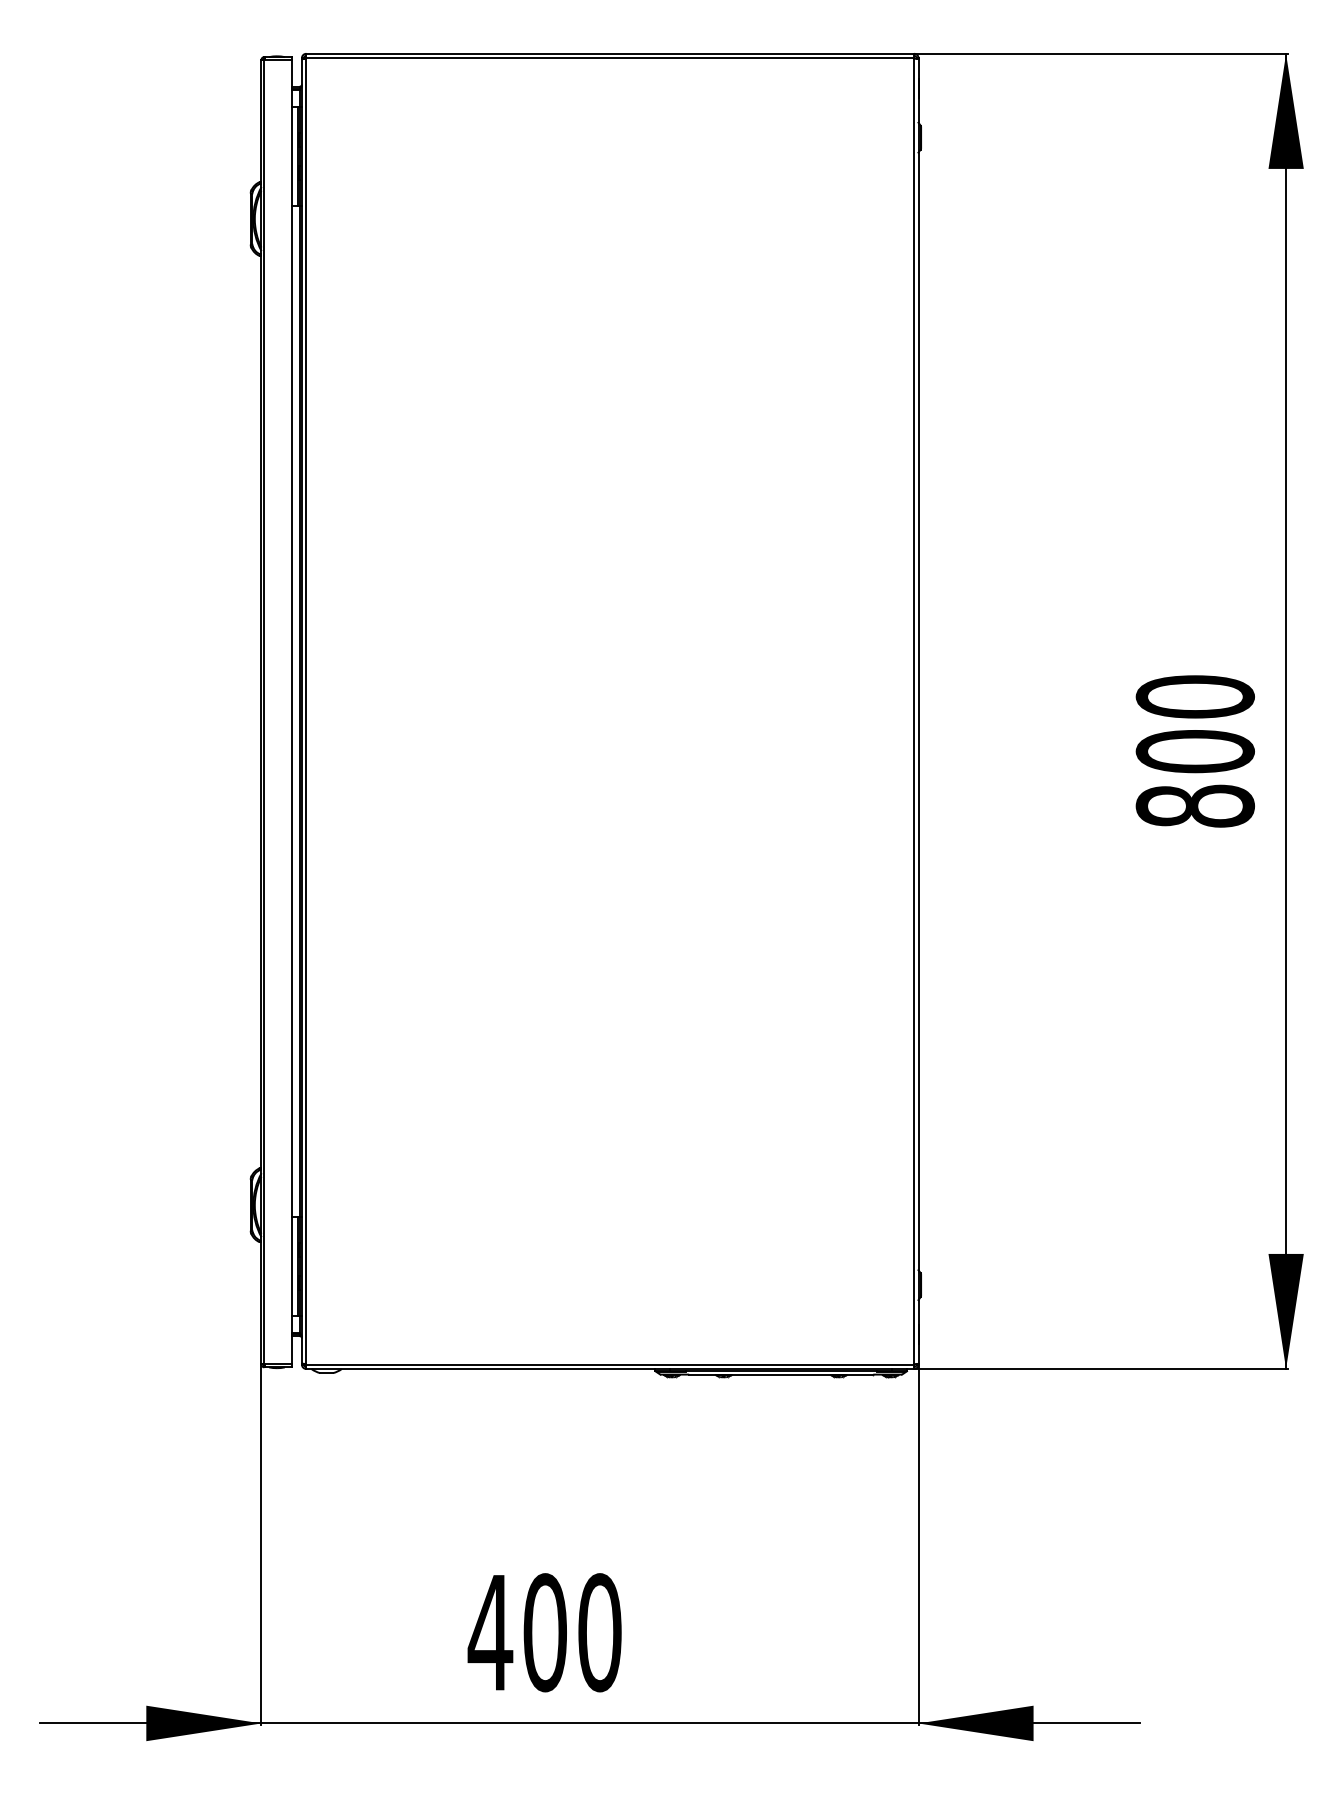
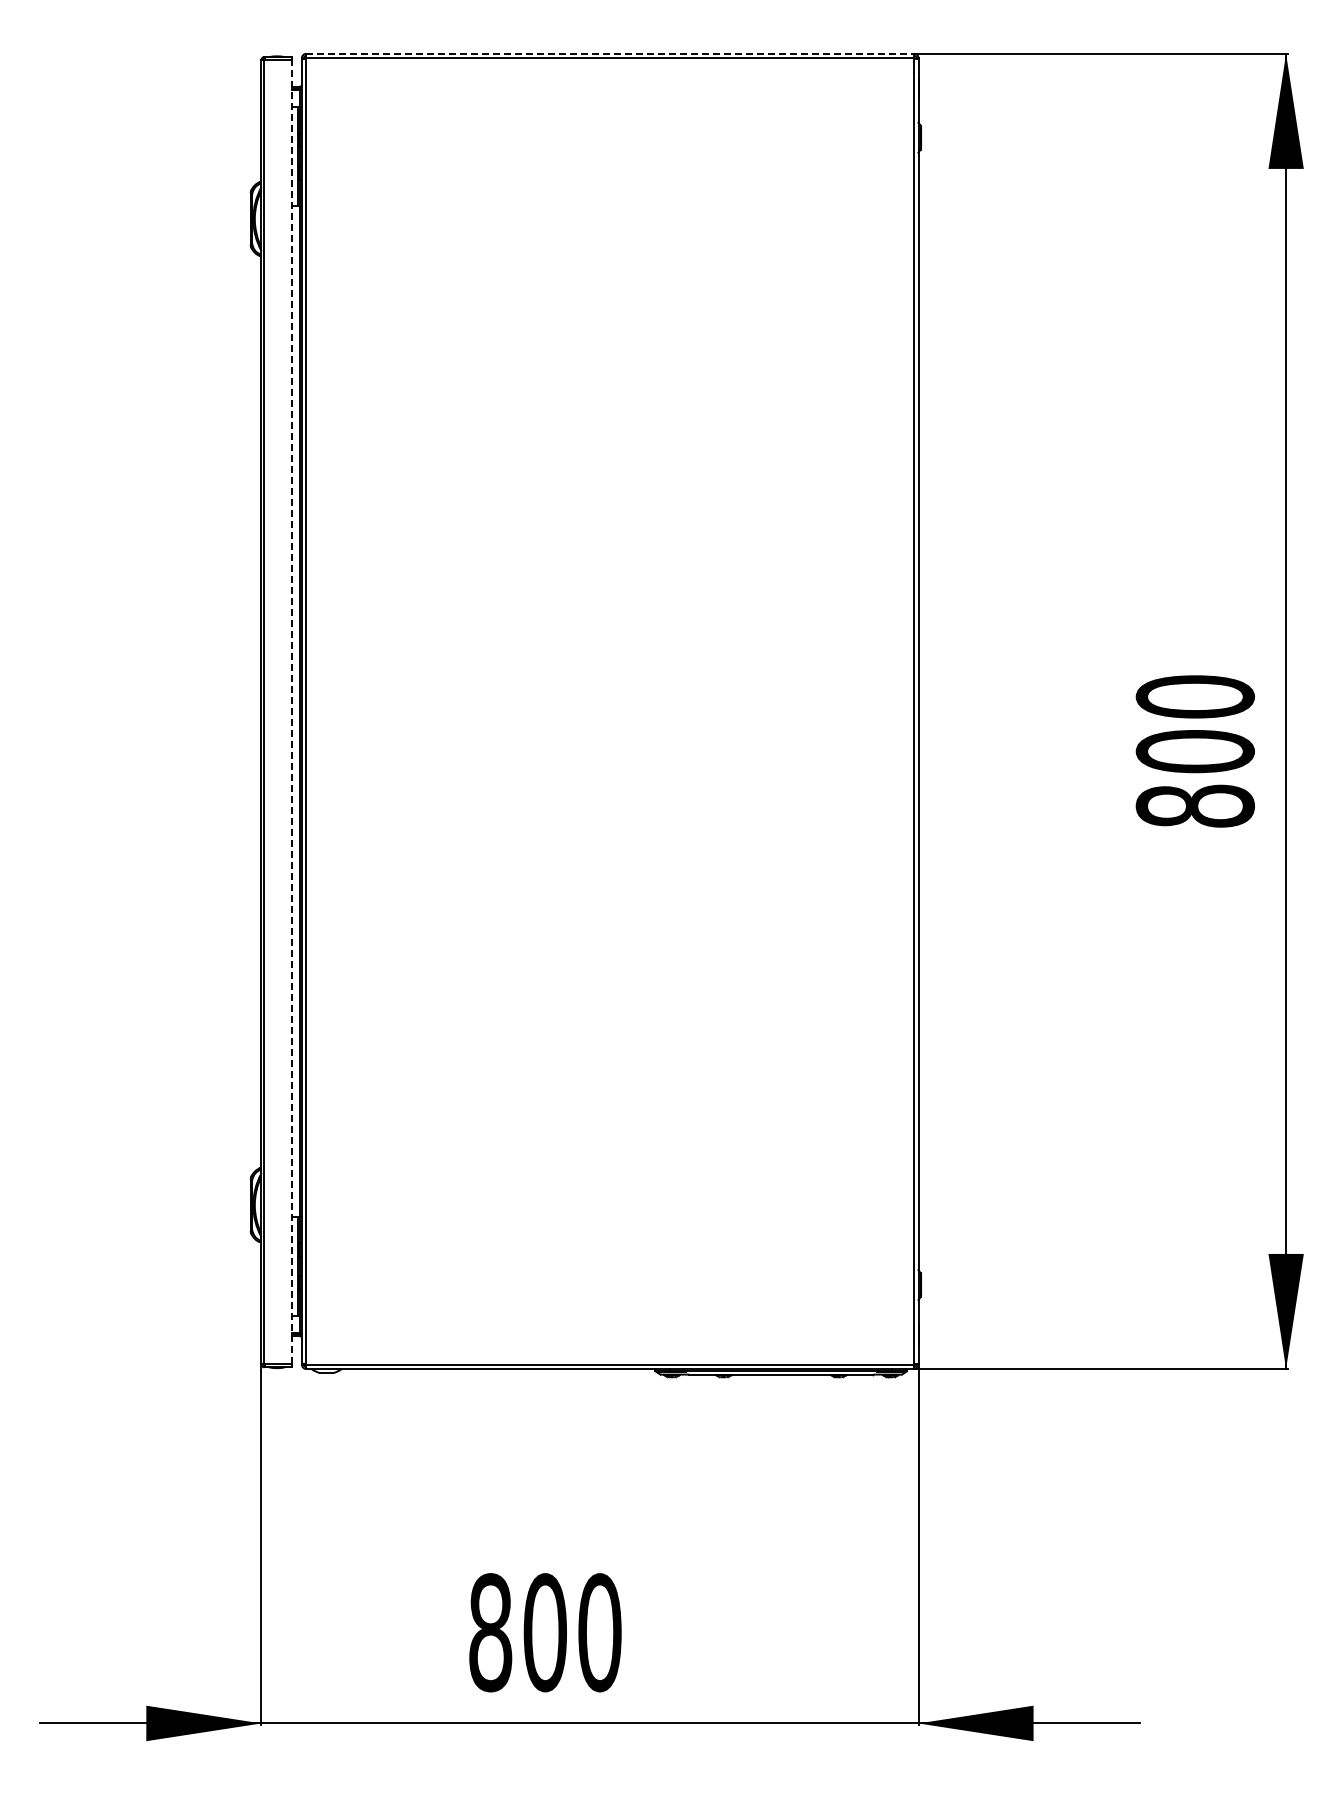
line at (610, 53): solid -> dashed
line at (291, 711): solid -> dashed
text at (490, 1632): 400 -> 800
